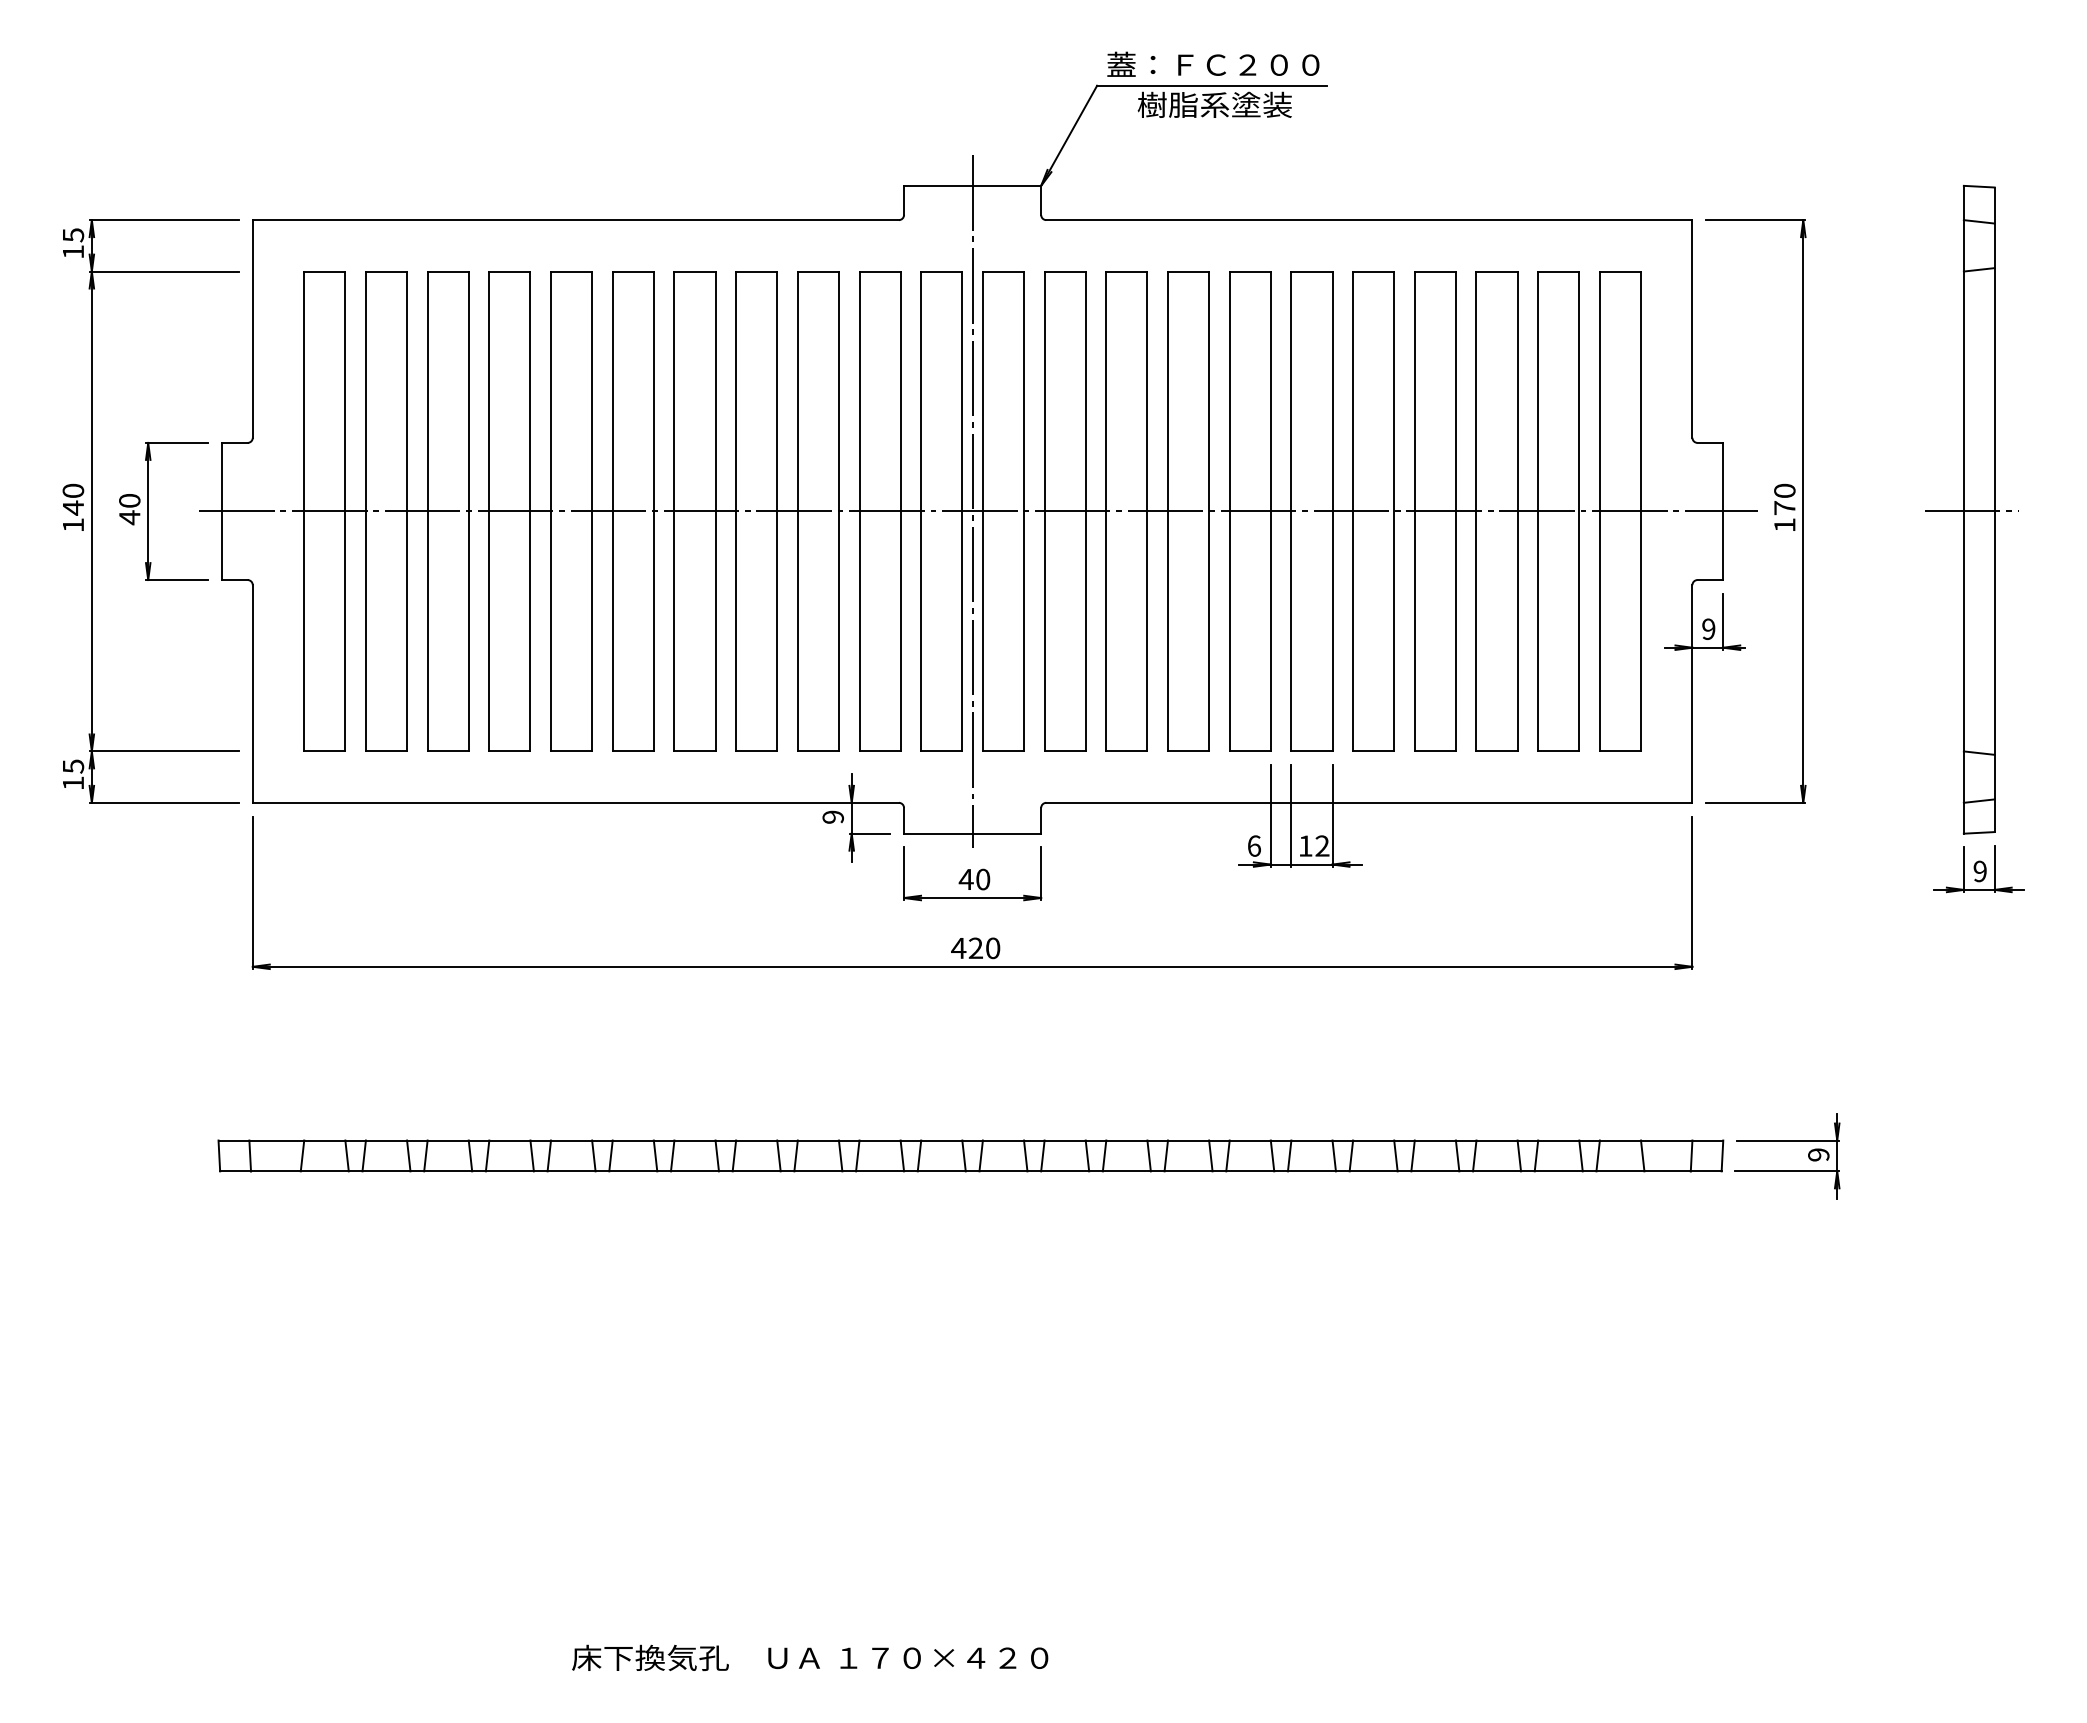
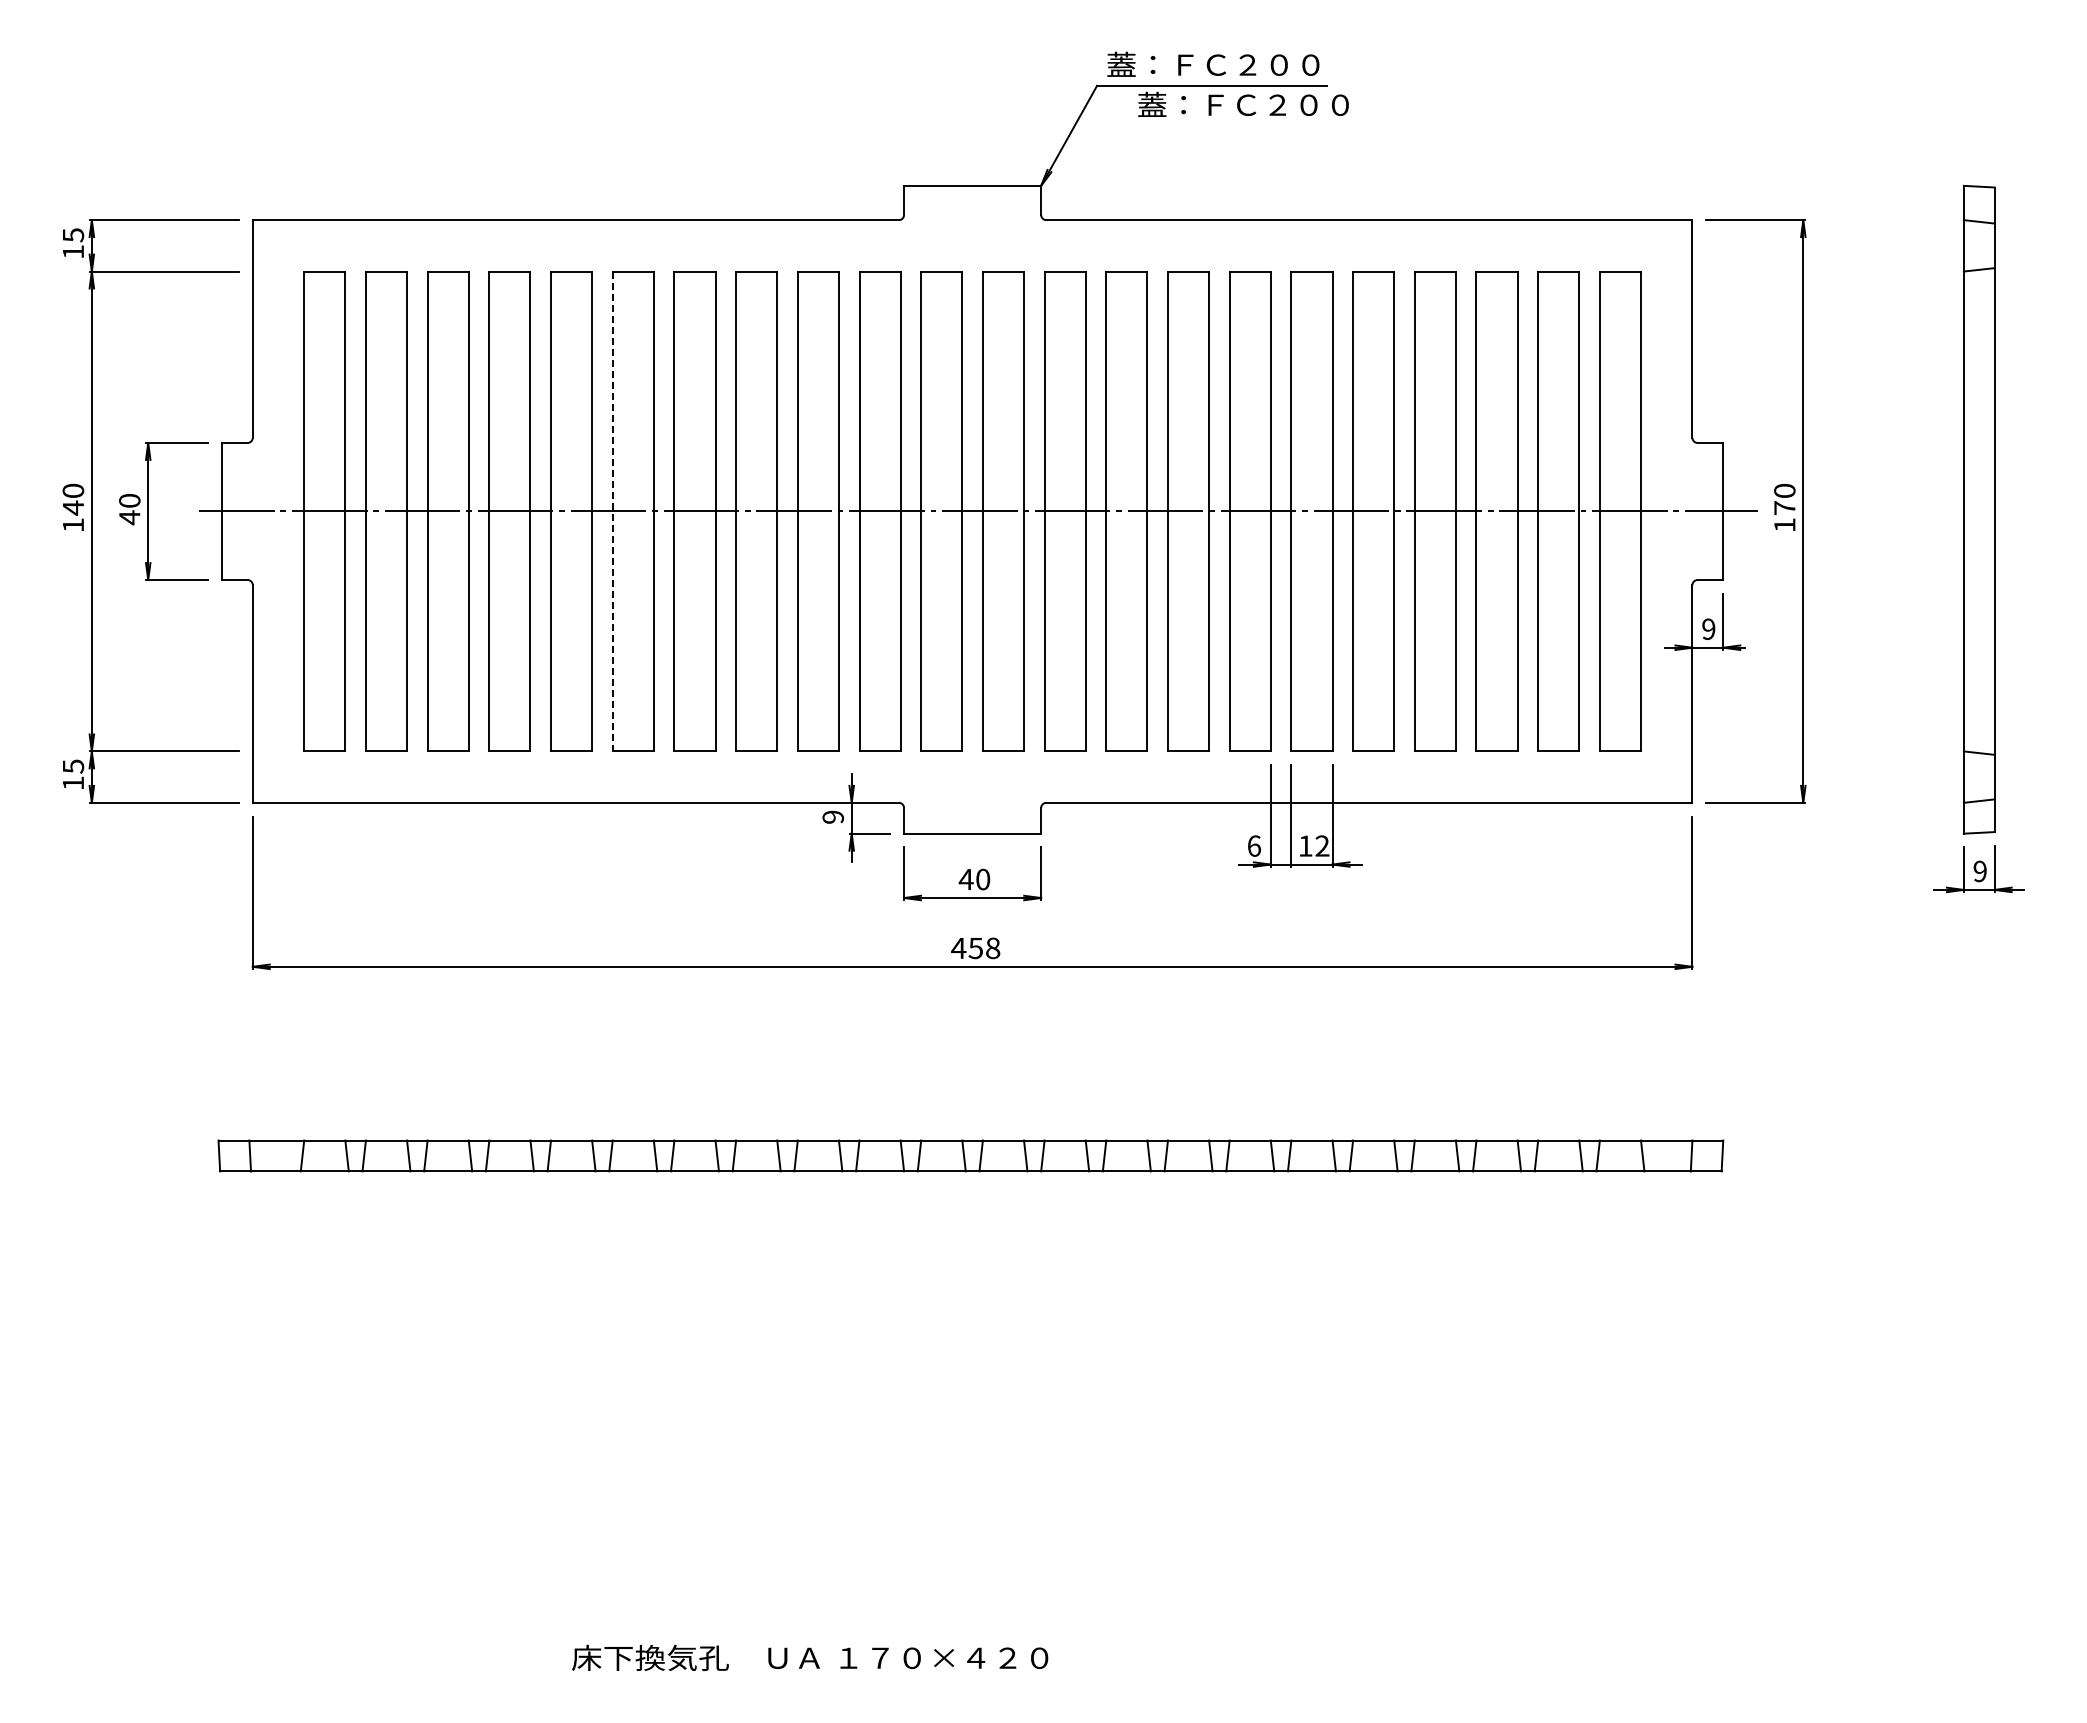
text at (1242, 104): 樹脂系塗装 -> 蓋：ＦＣ２００
line at (972, 501): present -> none
line at (612, 511): solid -> dashed
line at (1971, 511): present -> none
text at (984, 948): 420 -> 458
part at (1787, 1170): present -> none
